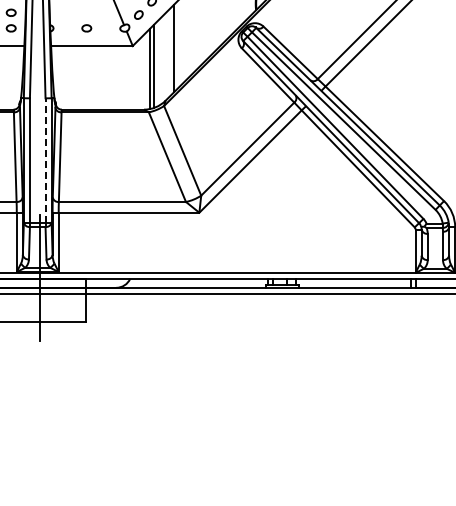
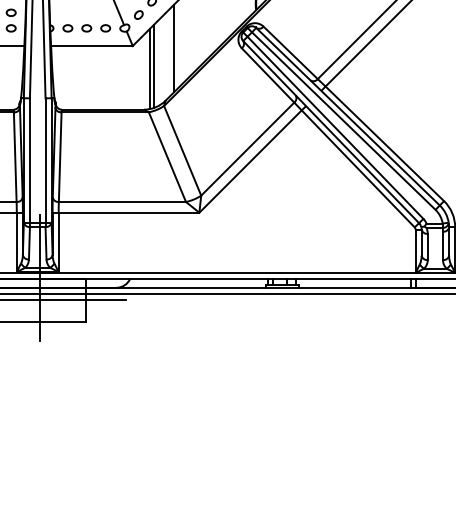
part at (67, 28): none -> present
part at (105, 28): none -> present
line at (45, 160): dashed -> solid
line at (63, 300): none -> present
